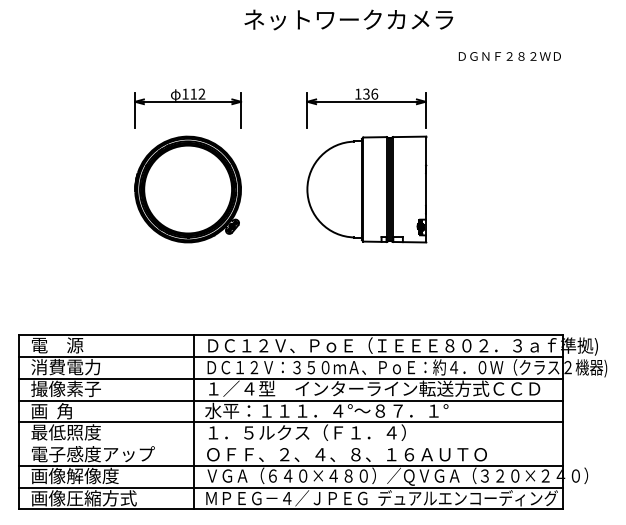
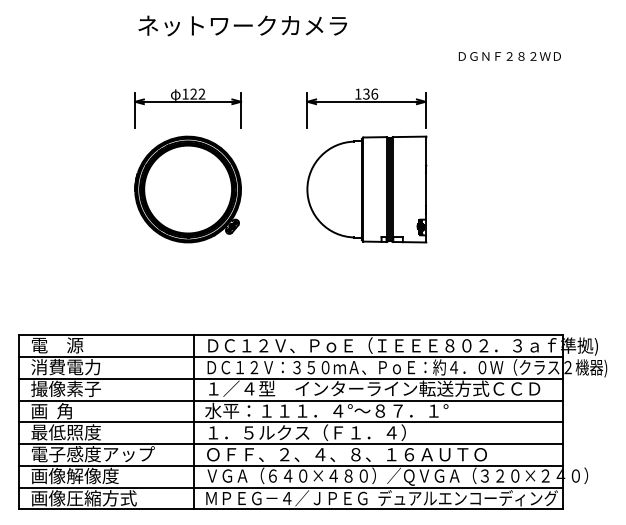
text at (348, 19) position: (348, 19) -> (242, 25)
text at (193, 93): 112 -> 122
line at (290, 444): none -> present
